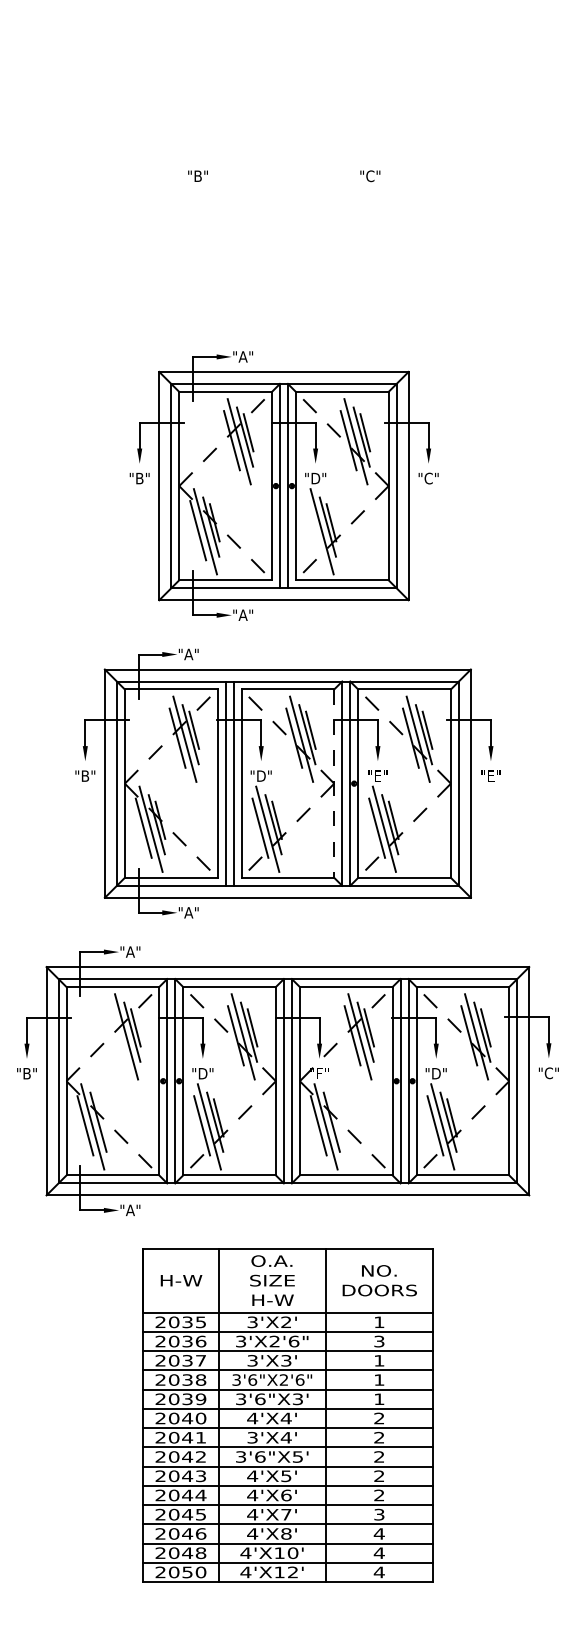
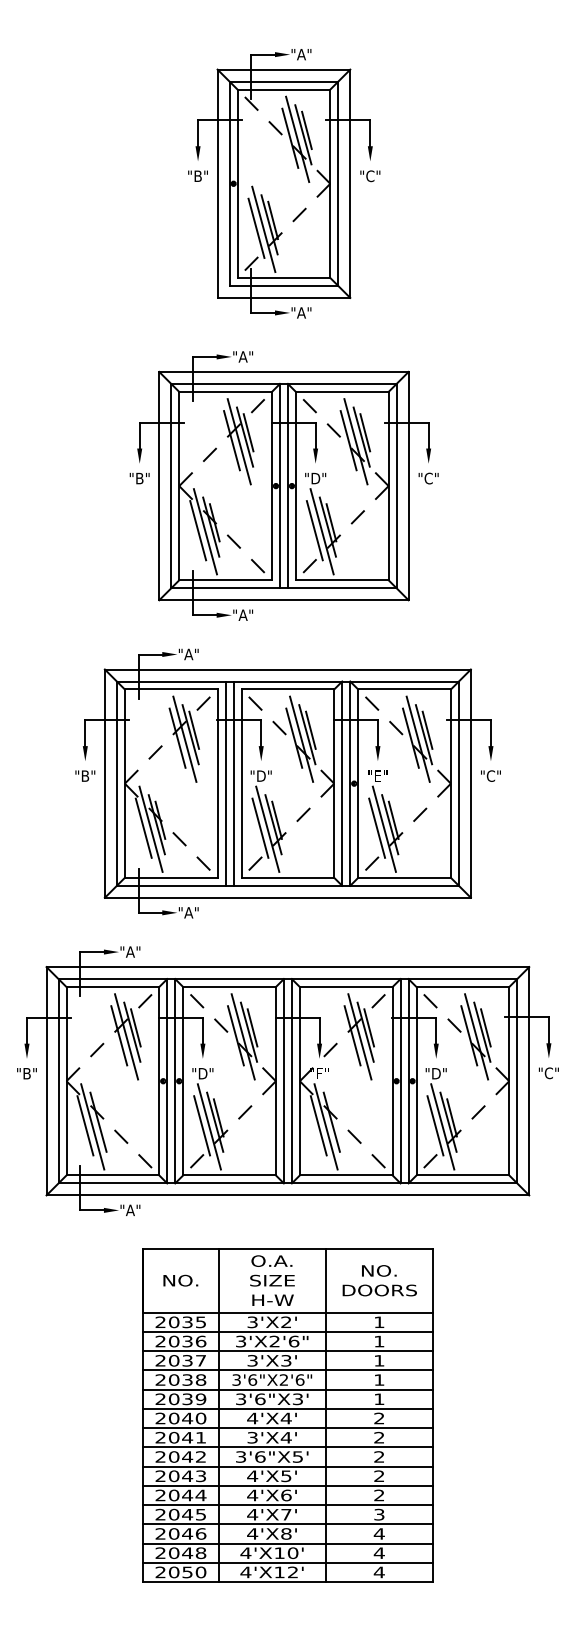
part at (283, 183): none -> present
line at (314, 530): none -> present
text at (490, 775): "E" -> "C"
line at (334, 784): dashed -> solid
line at (119, 1035): none -> present
text at (181, 1280): H-W -> NO.
text at (379, 1341): 3 -> 1
